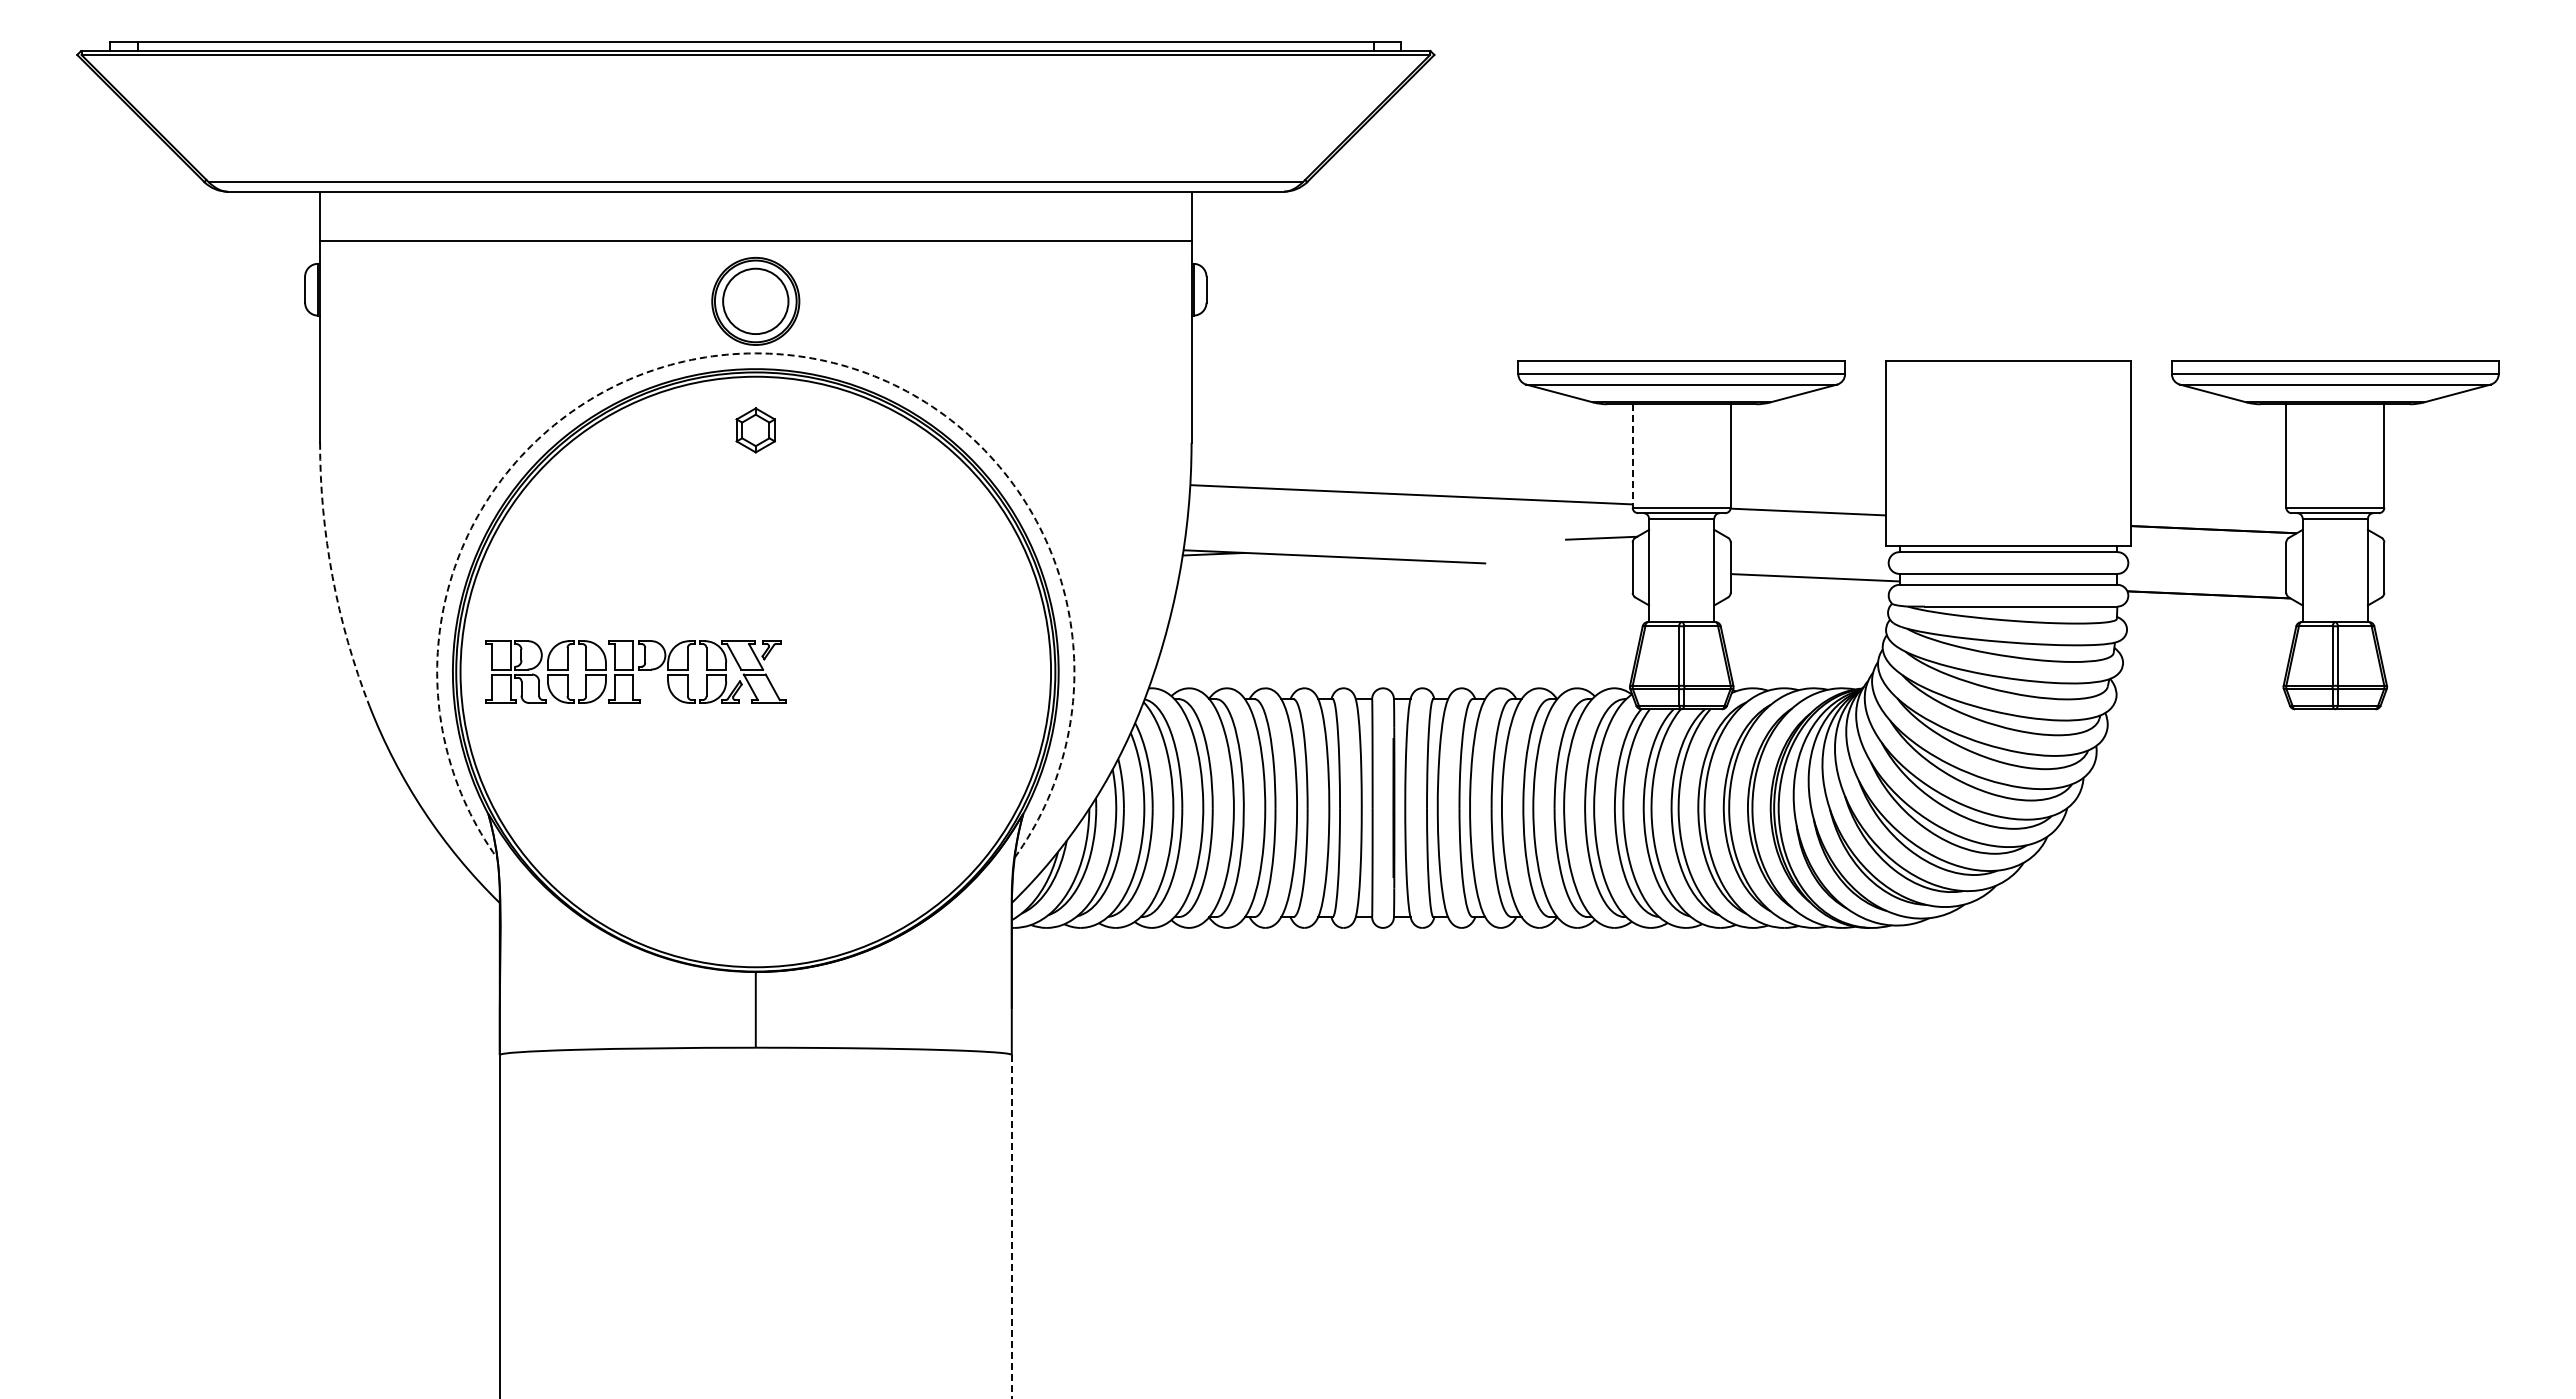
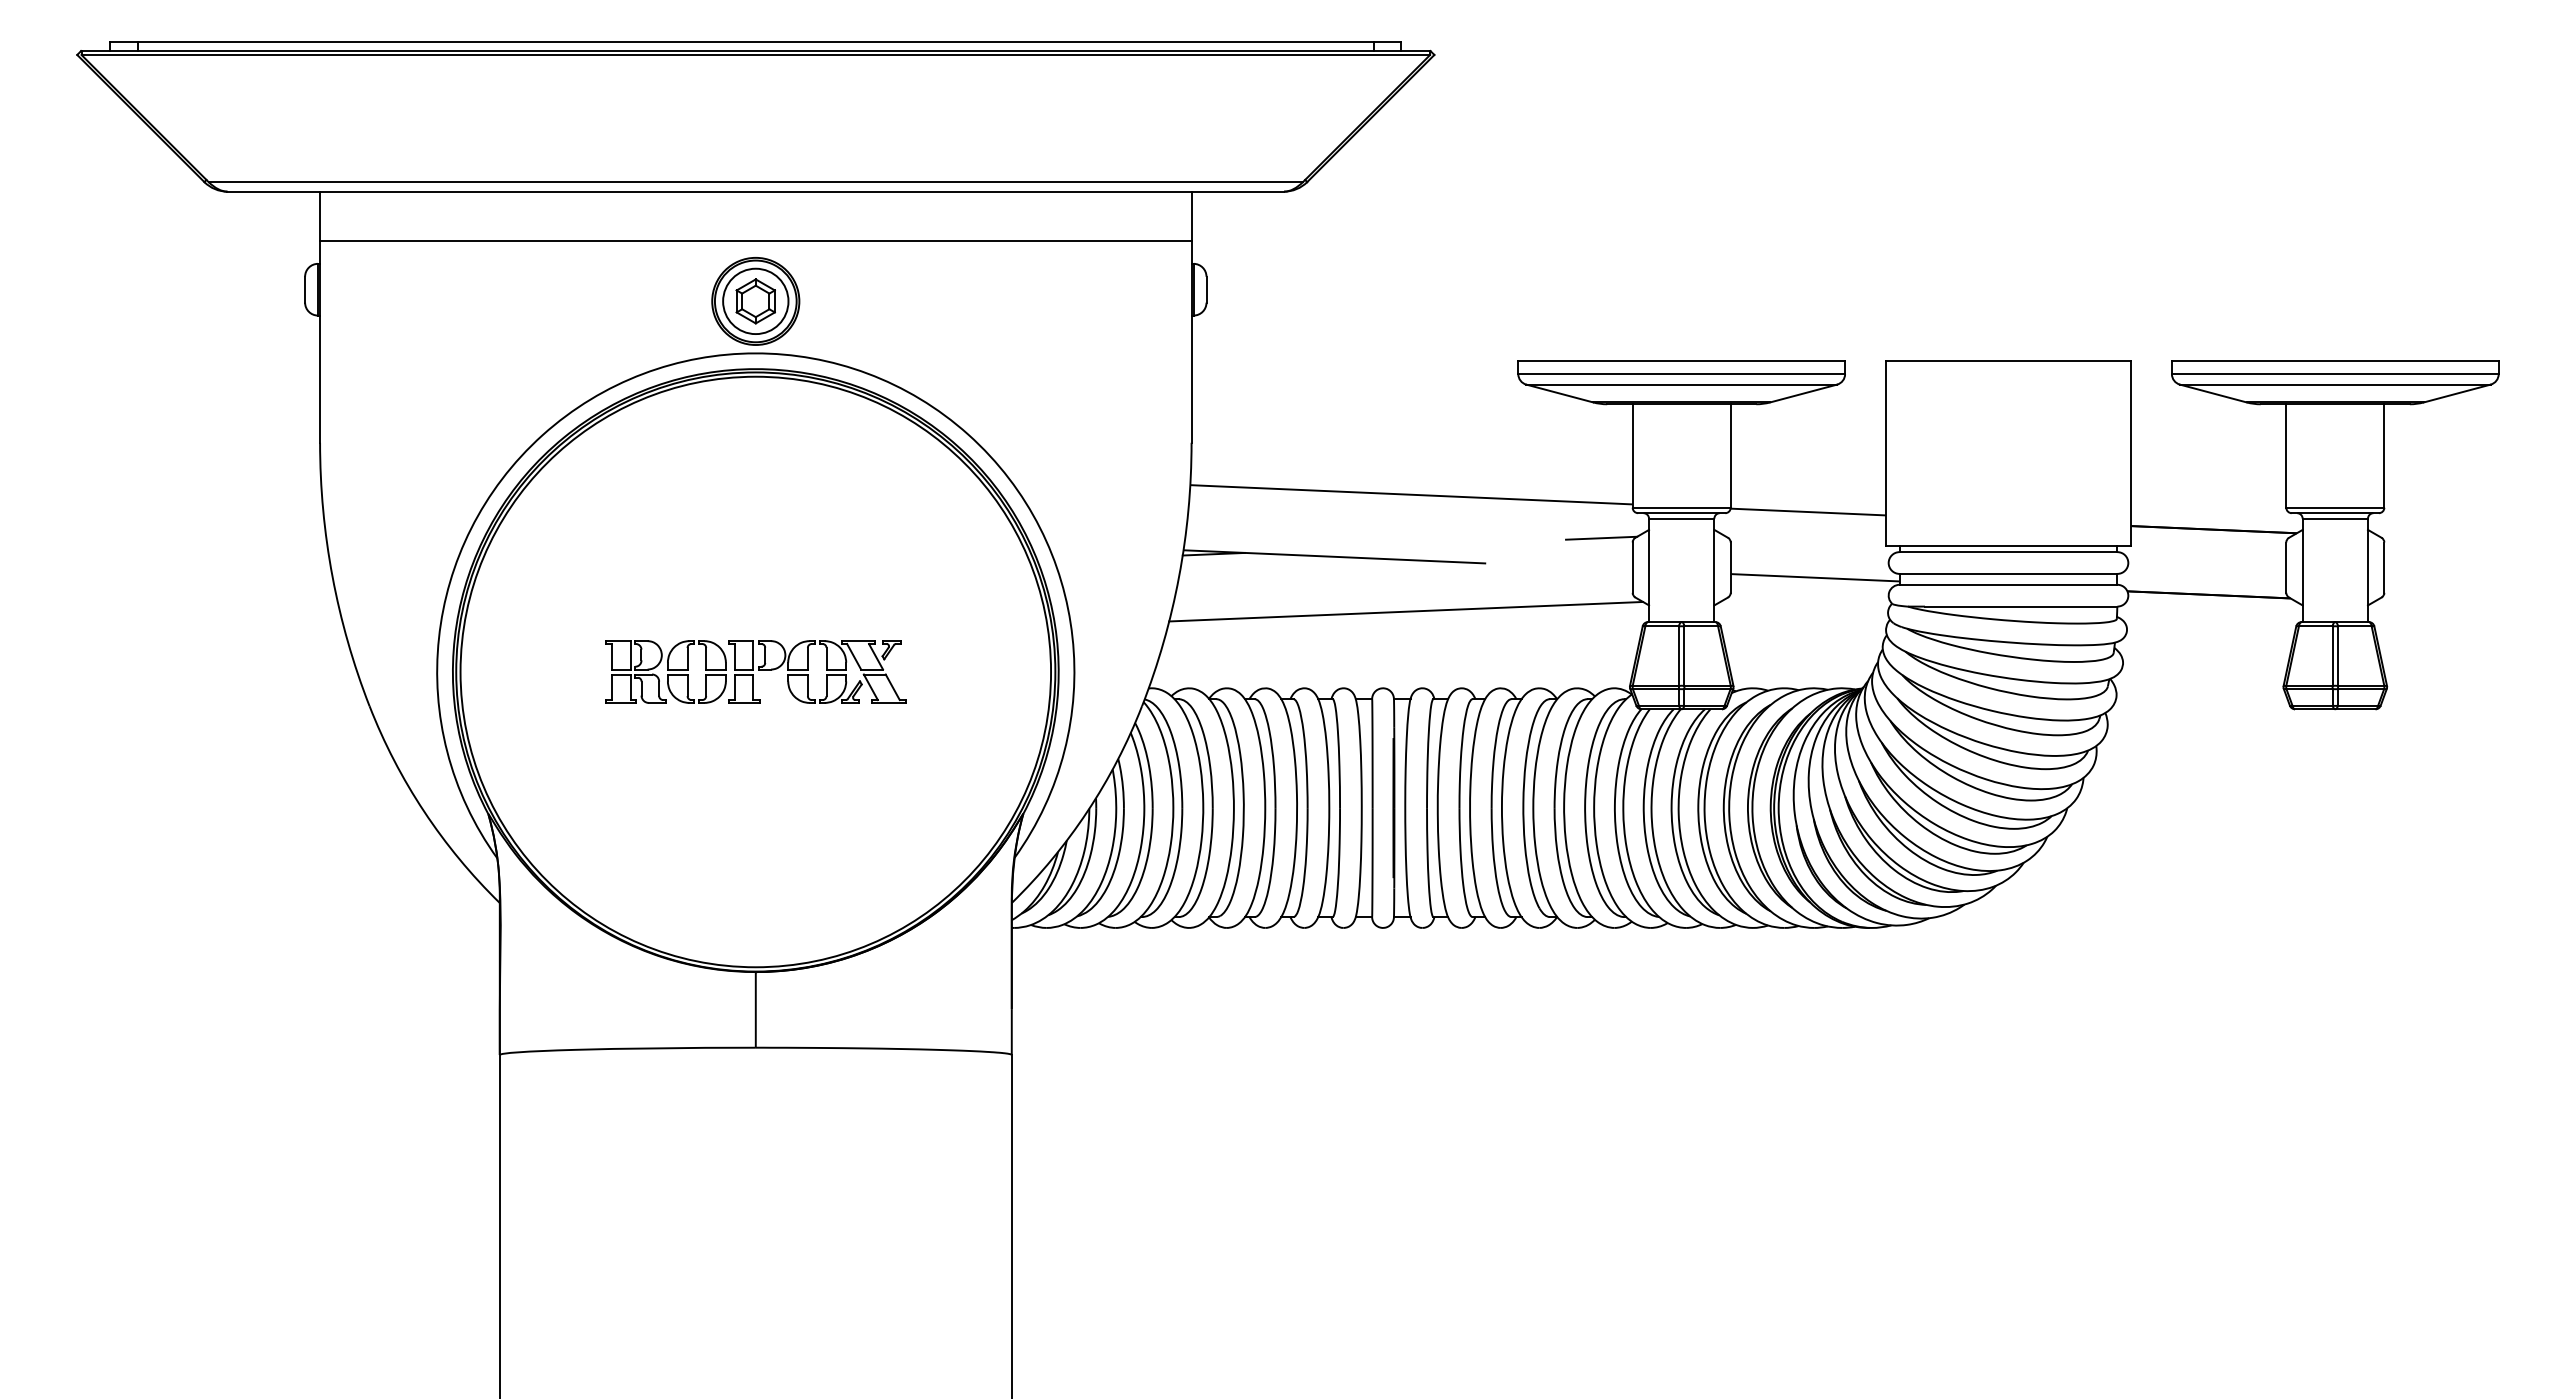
arc at (755, 353): dashed -> solid
part at (755, 430) position: (755, 430) -> (755, 301)
line at (1632, 456): dashed -> solid
arc at (332, 576): dashed -> solid
line at (1406, 611): none -> present
part at (635, 671) position: (635, 671) -> (755, 671)
line at (1011, 1226): dashed -> solid
